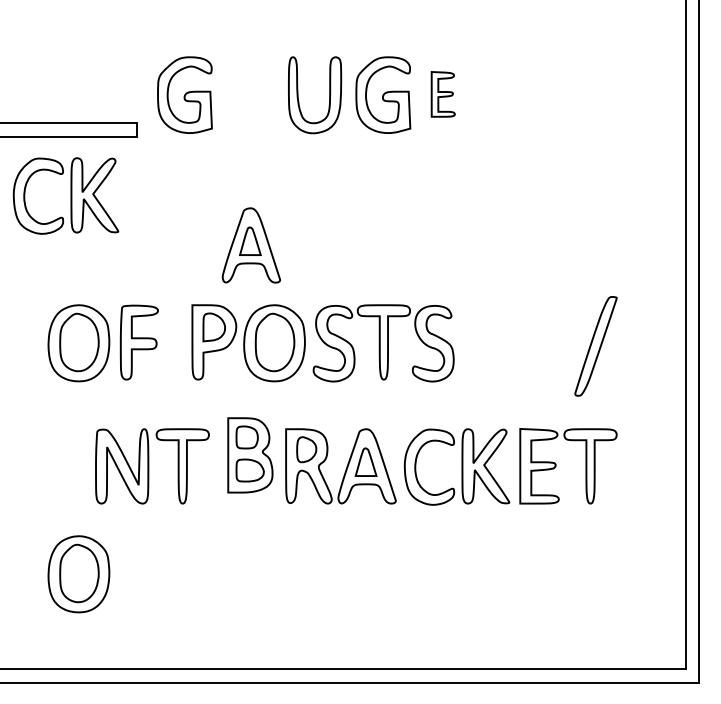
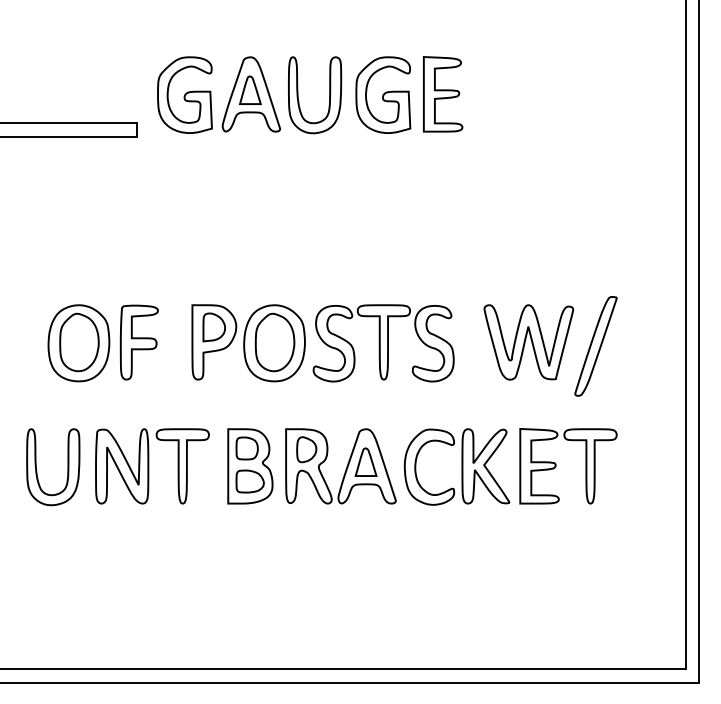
part at (442, 94) size: 26x47 px -> 41x77 px
part at (65, 195): present -> none
part at (250, 245) position: (250, 245) -> (250, 94)
part at (528, 342): none -> present
part at (250, 455) position: (250, 455) -> (250, 466)
part at (67, 467): none -> present
part at (78, 574): present -> none
